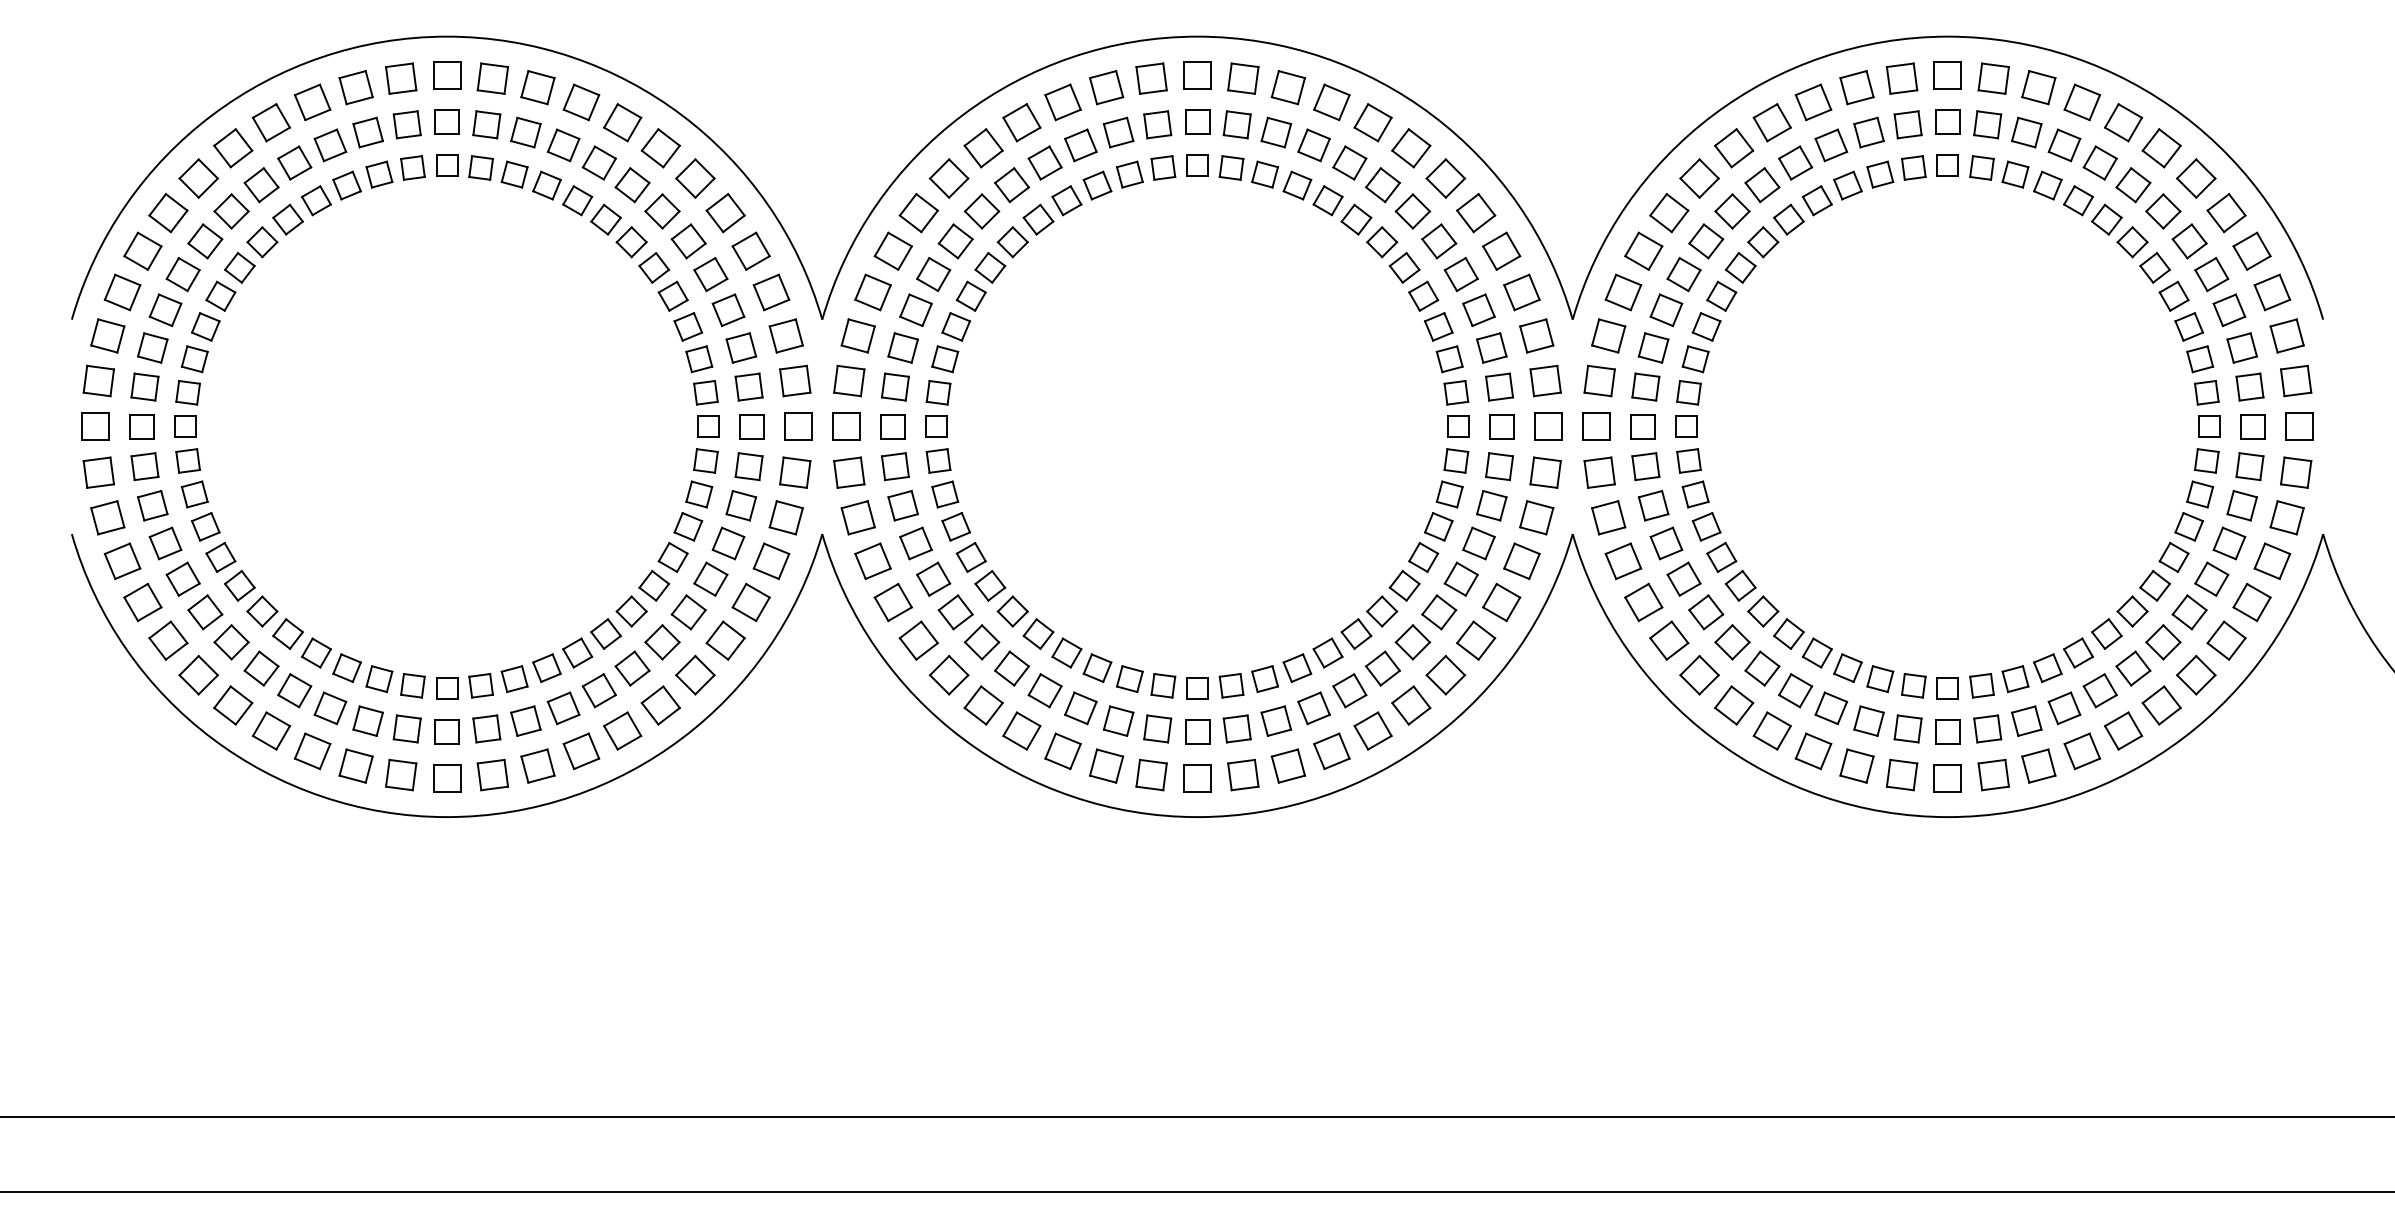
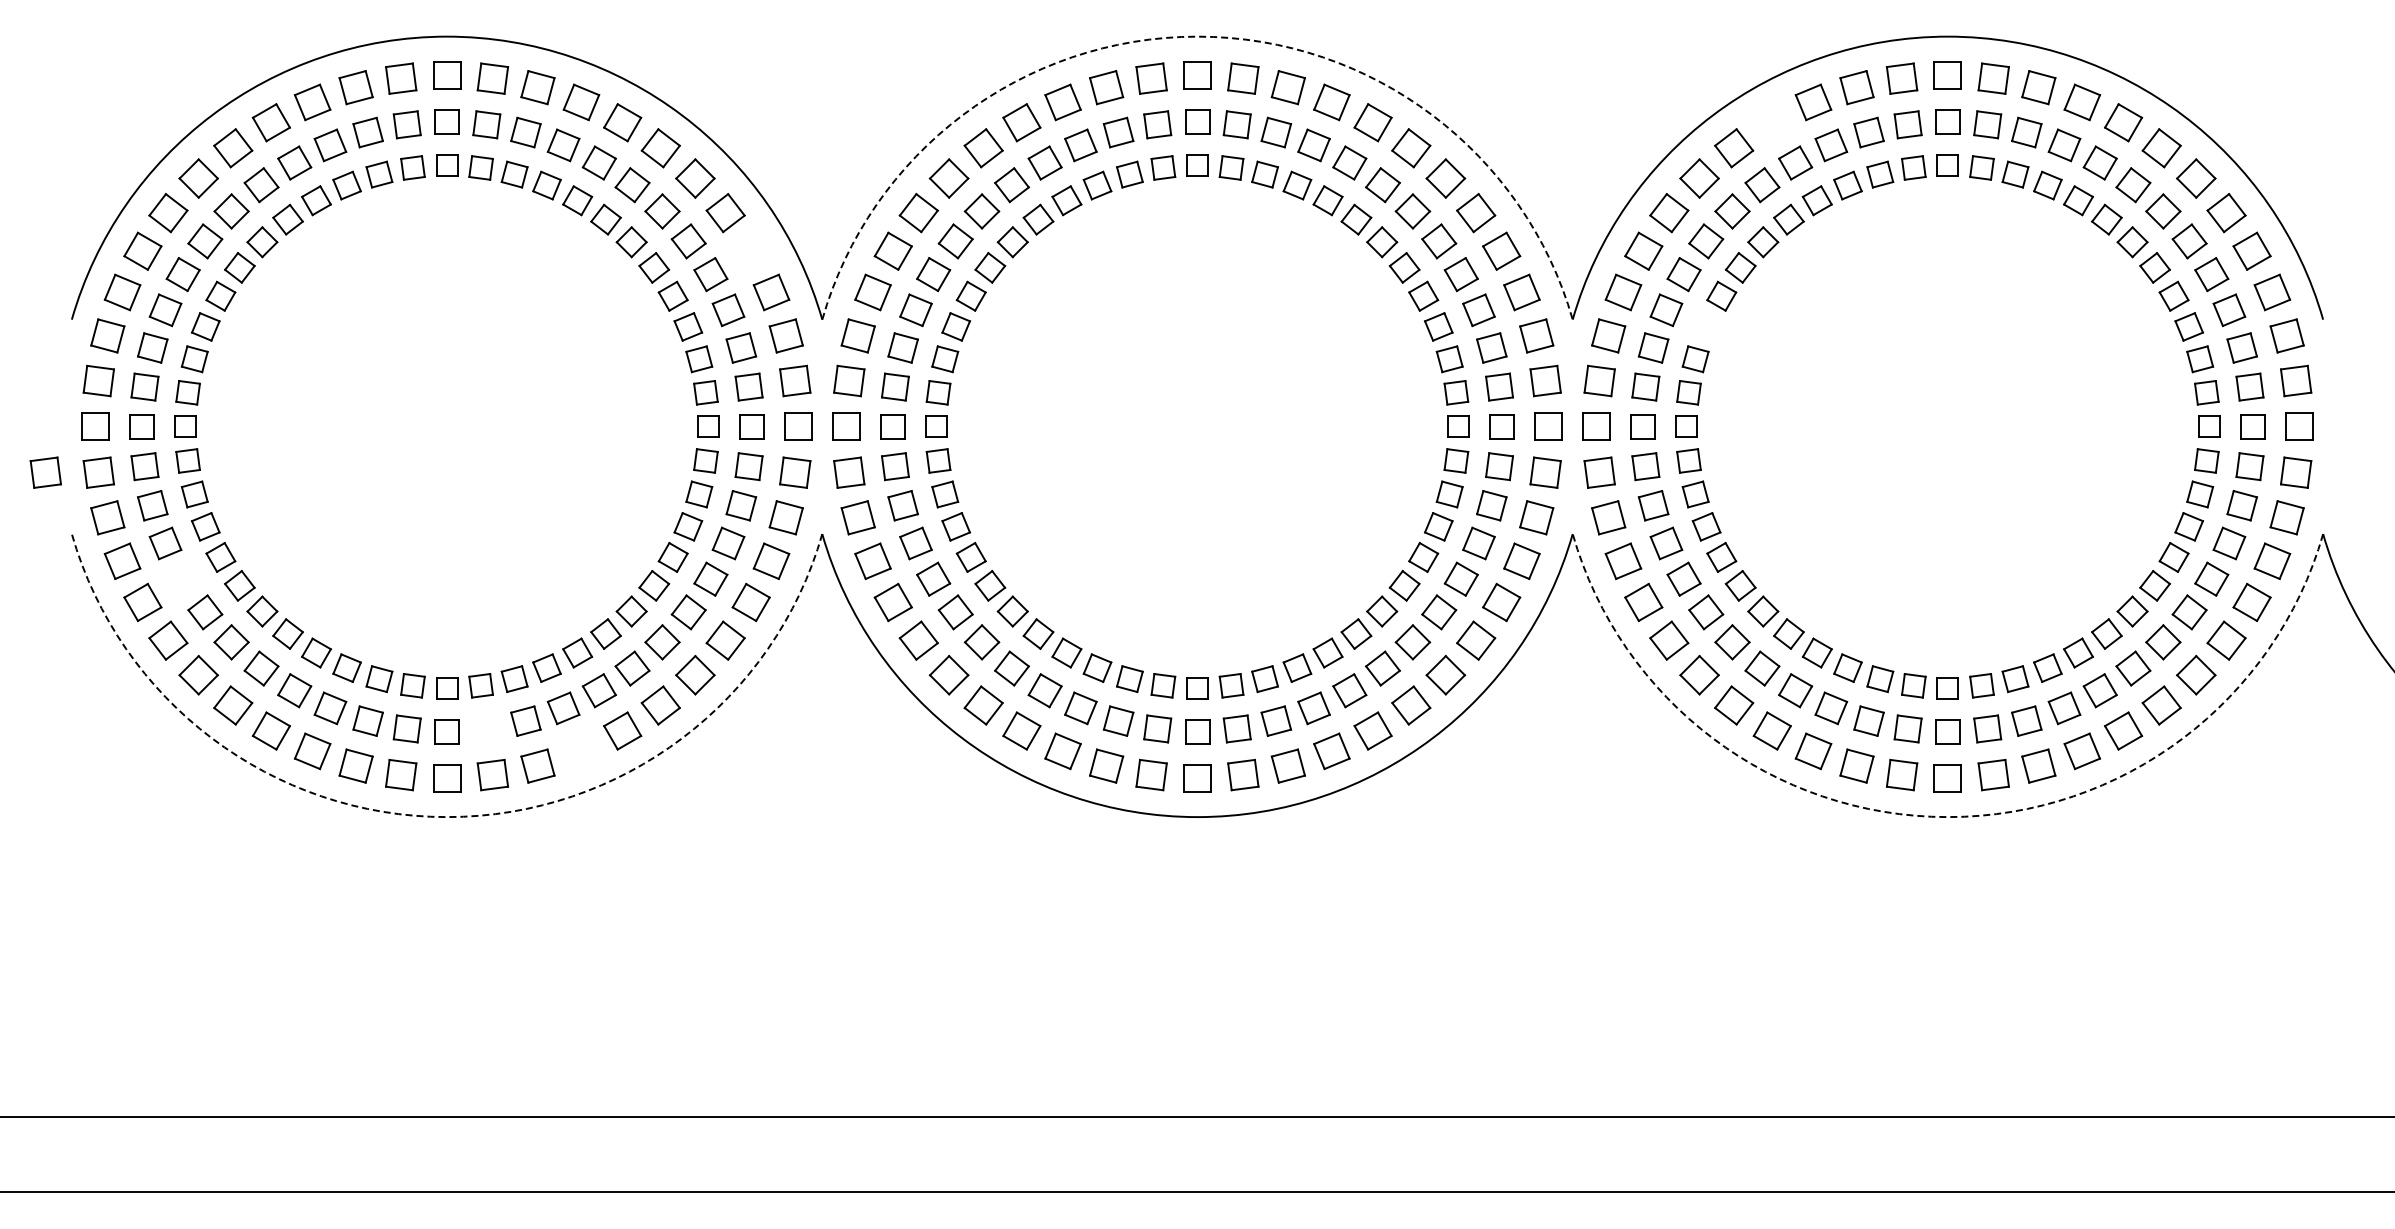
arc at (1197, 36): solid -> dashed
part at (1771, 122): present -> none
part at (750, 250): present -> none
part at (1706, 326): present -> none
part at (45, 472): none -> present
part at (182, 578): present -> none
part at (486, 728): present -> none
part at (581, 751): present -> none
arc at (447, 817): solid -> dashed
arc at (1947, 817): solid -> dashed
